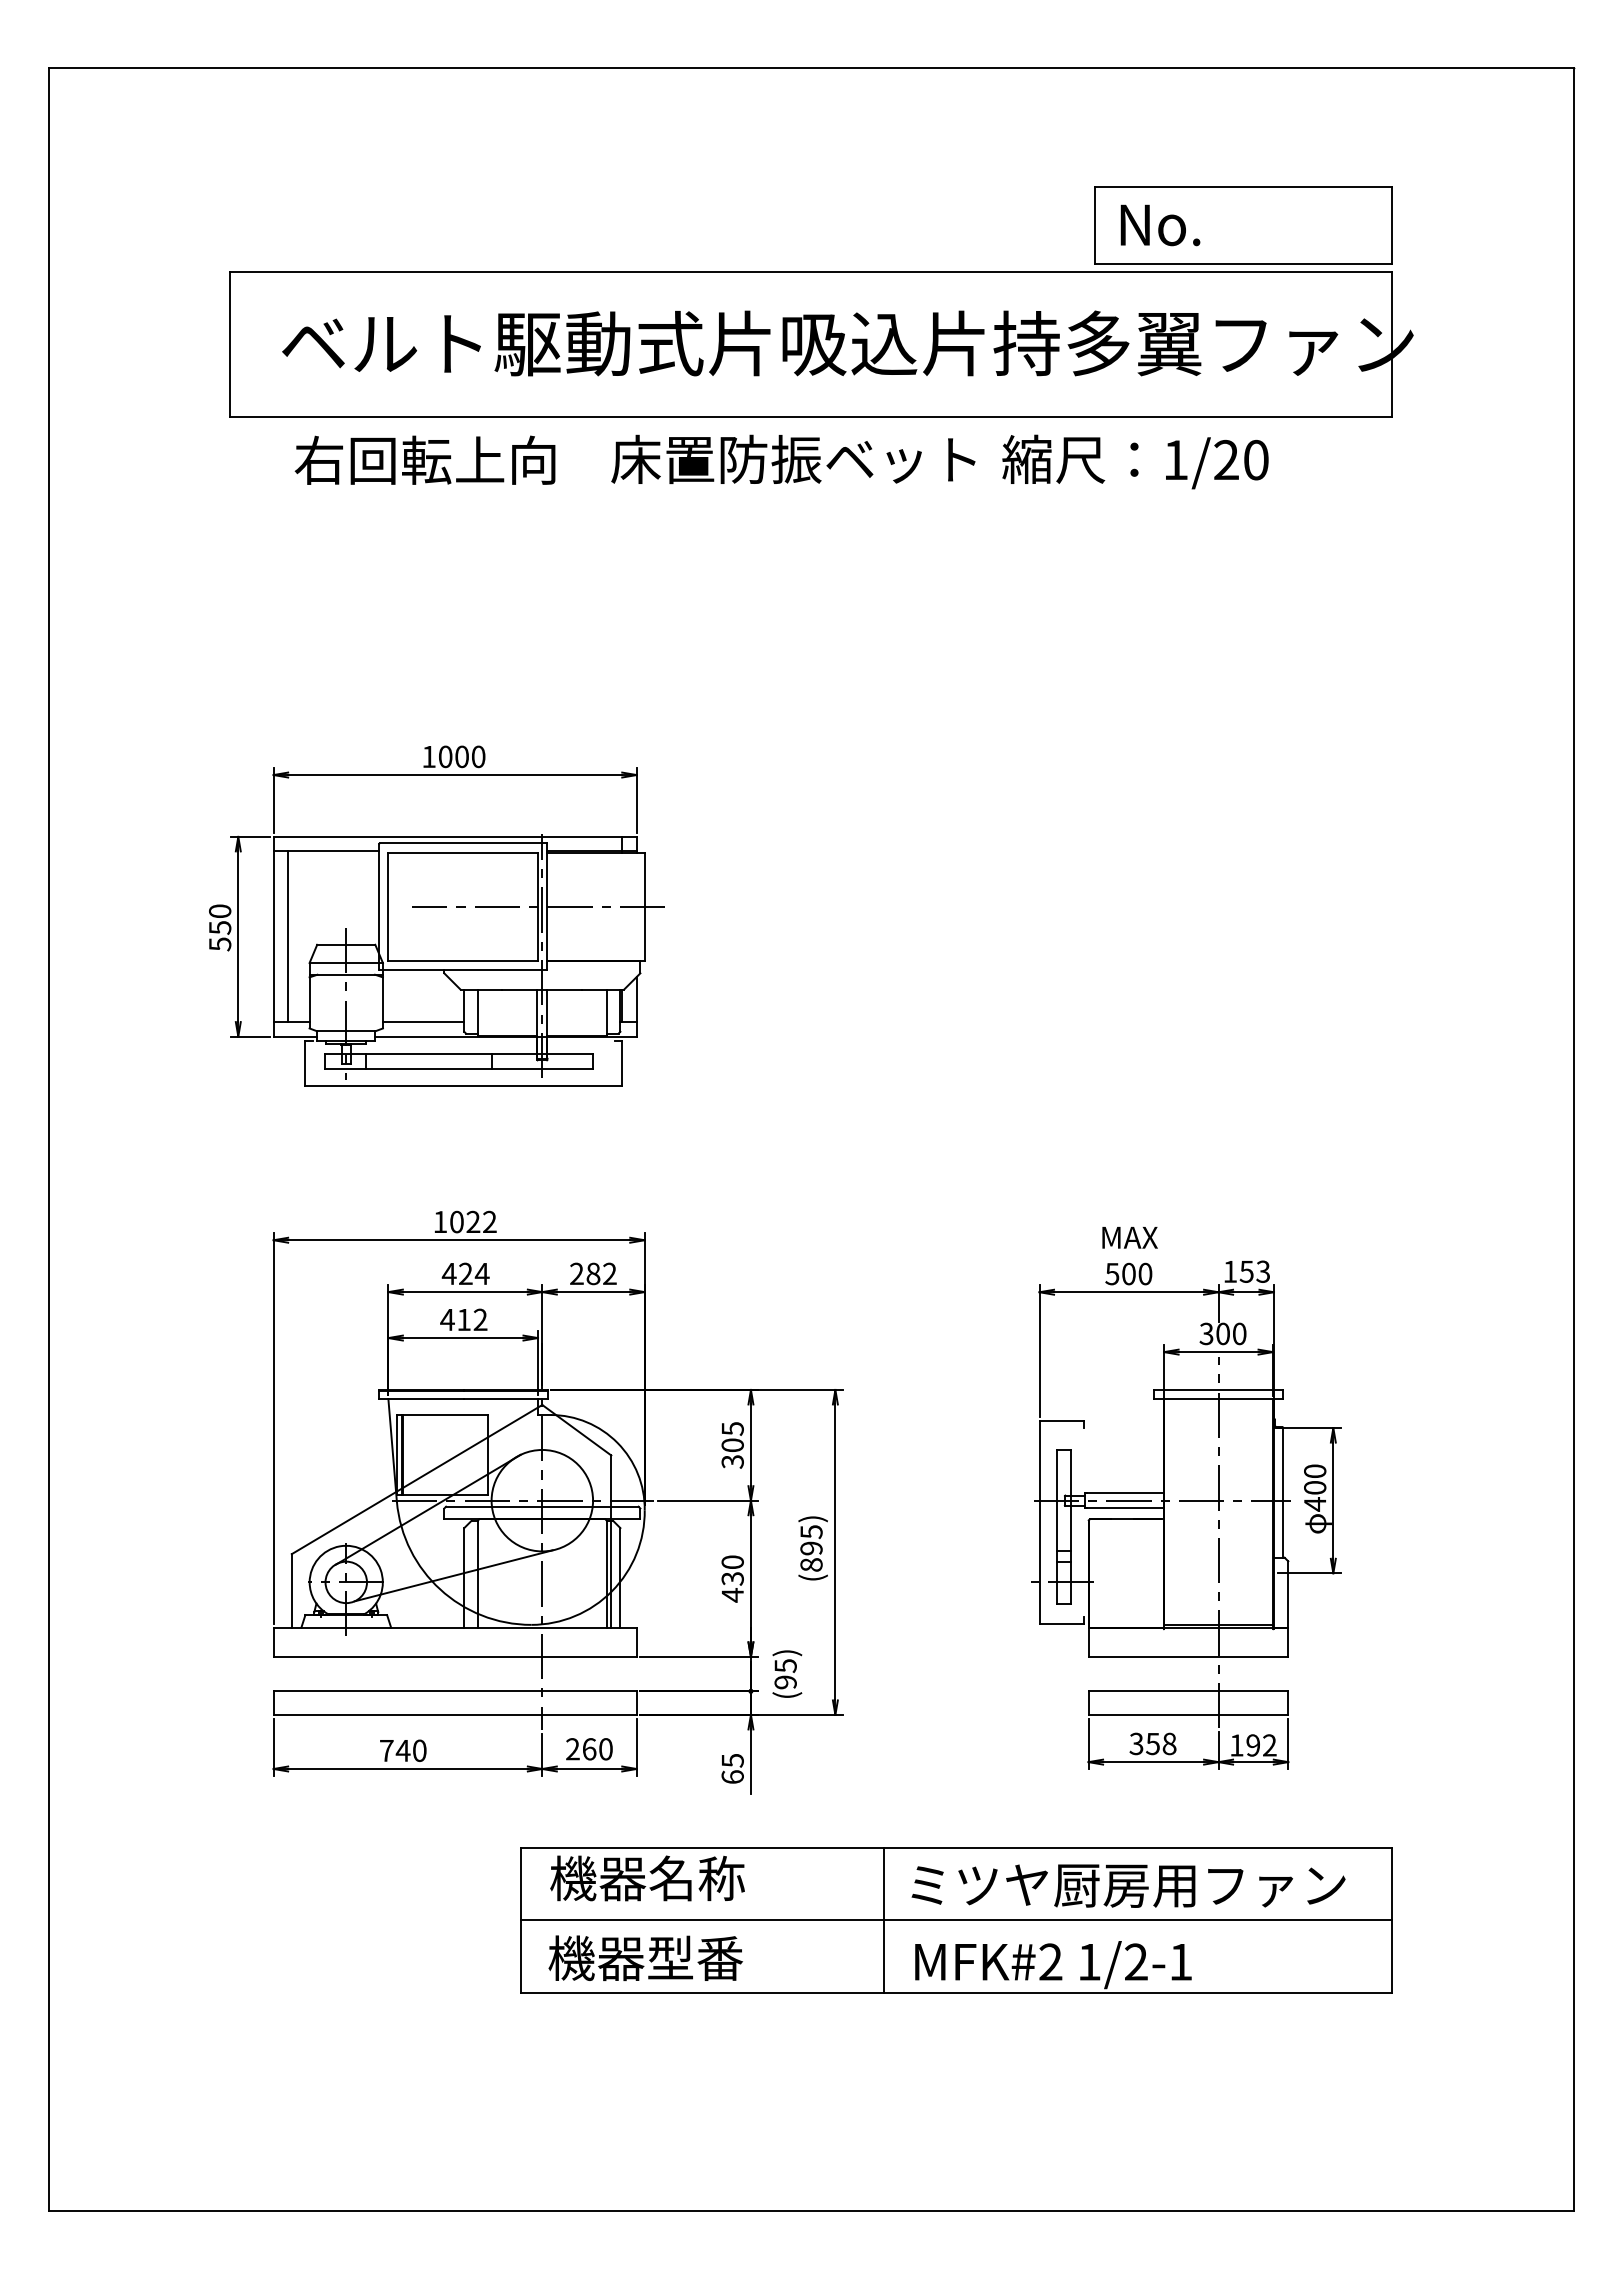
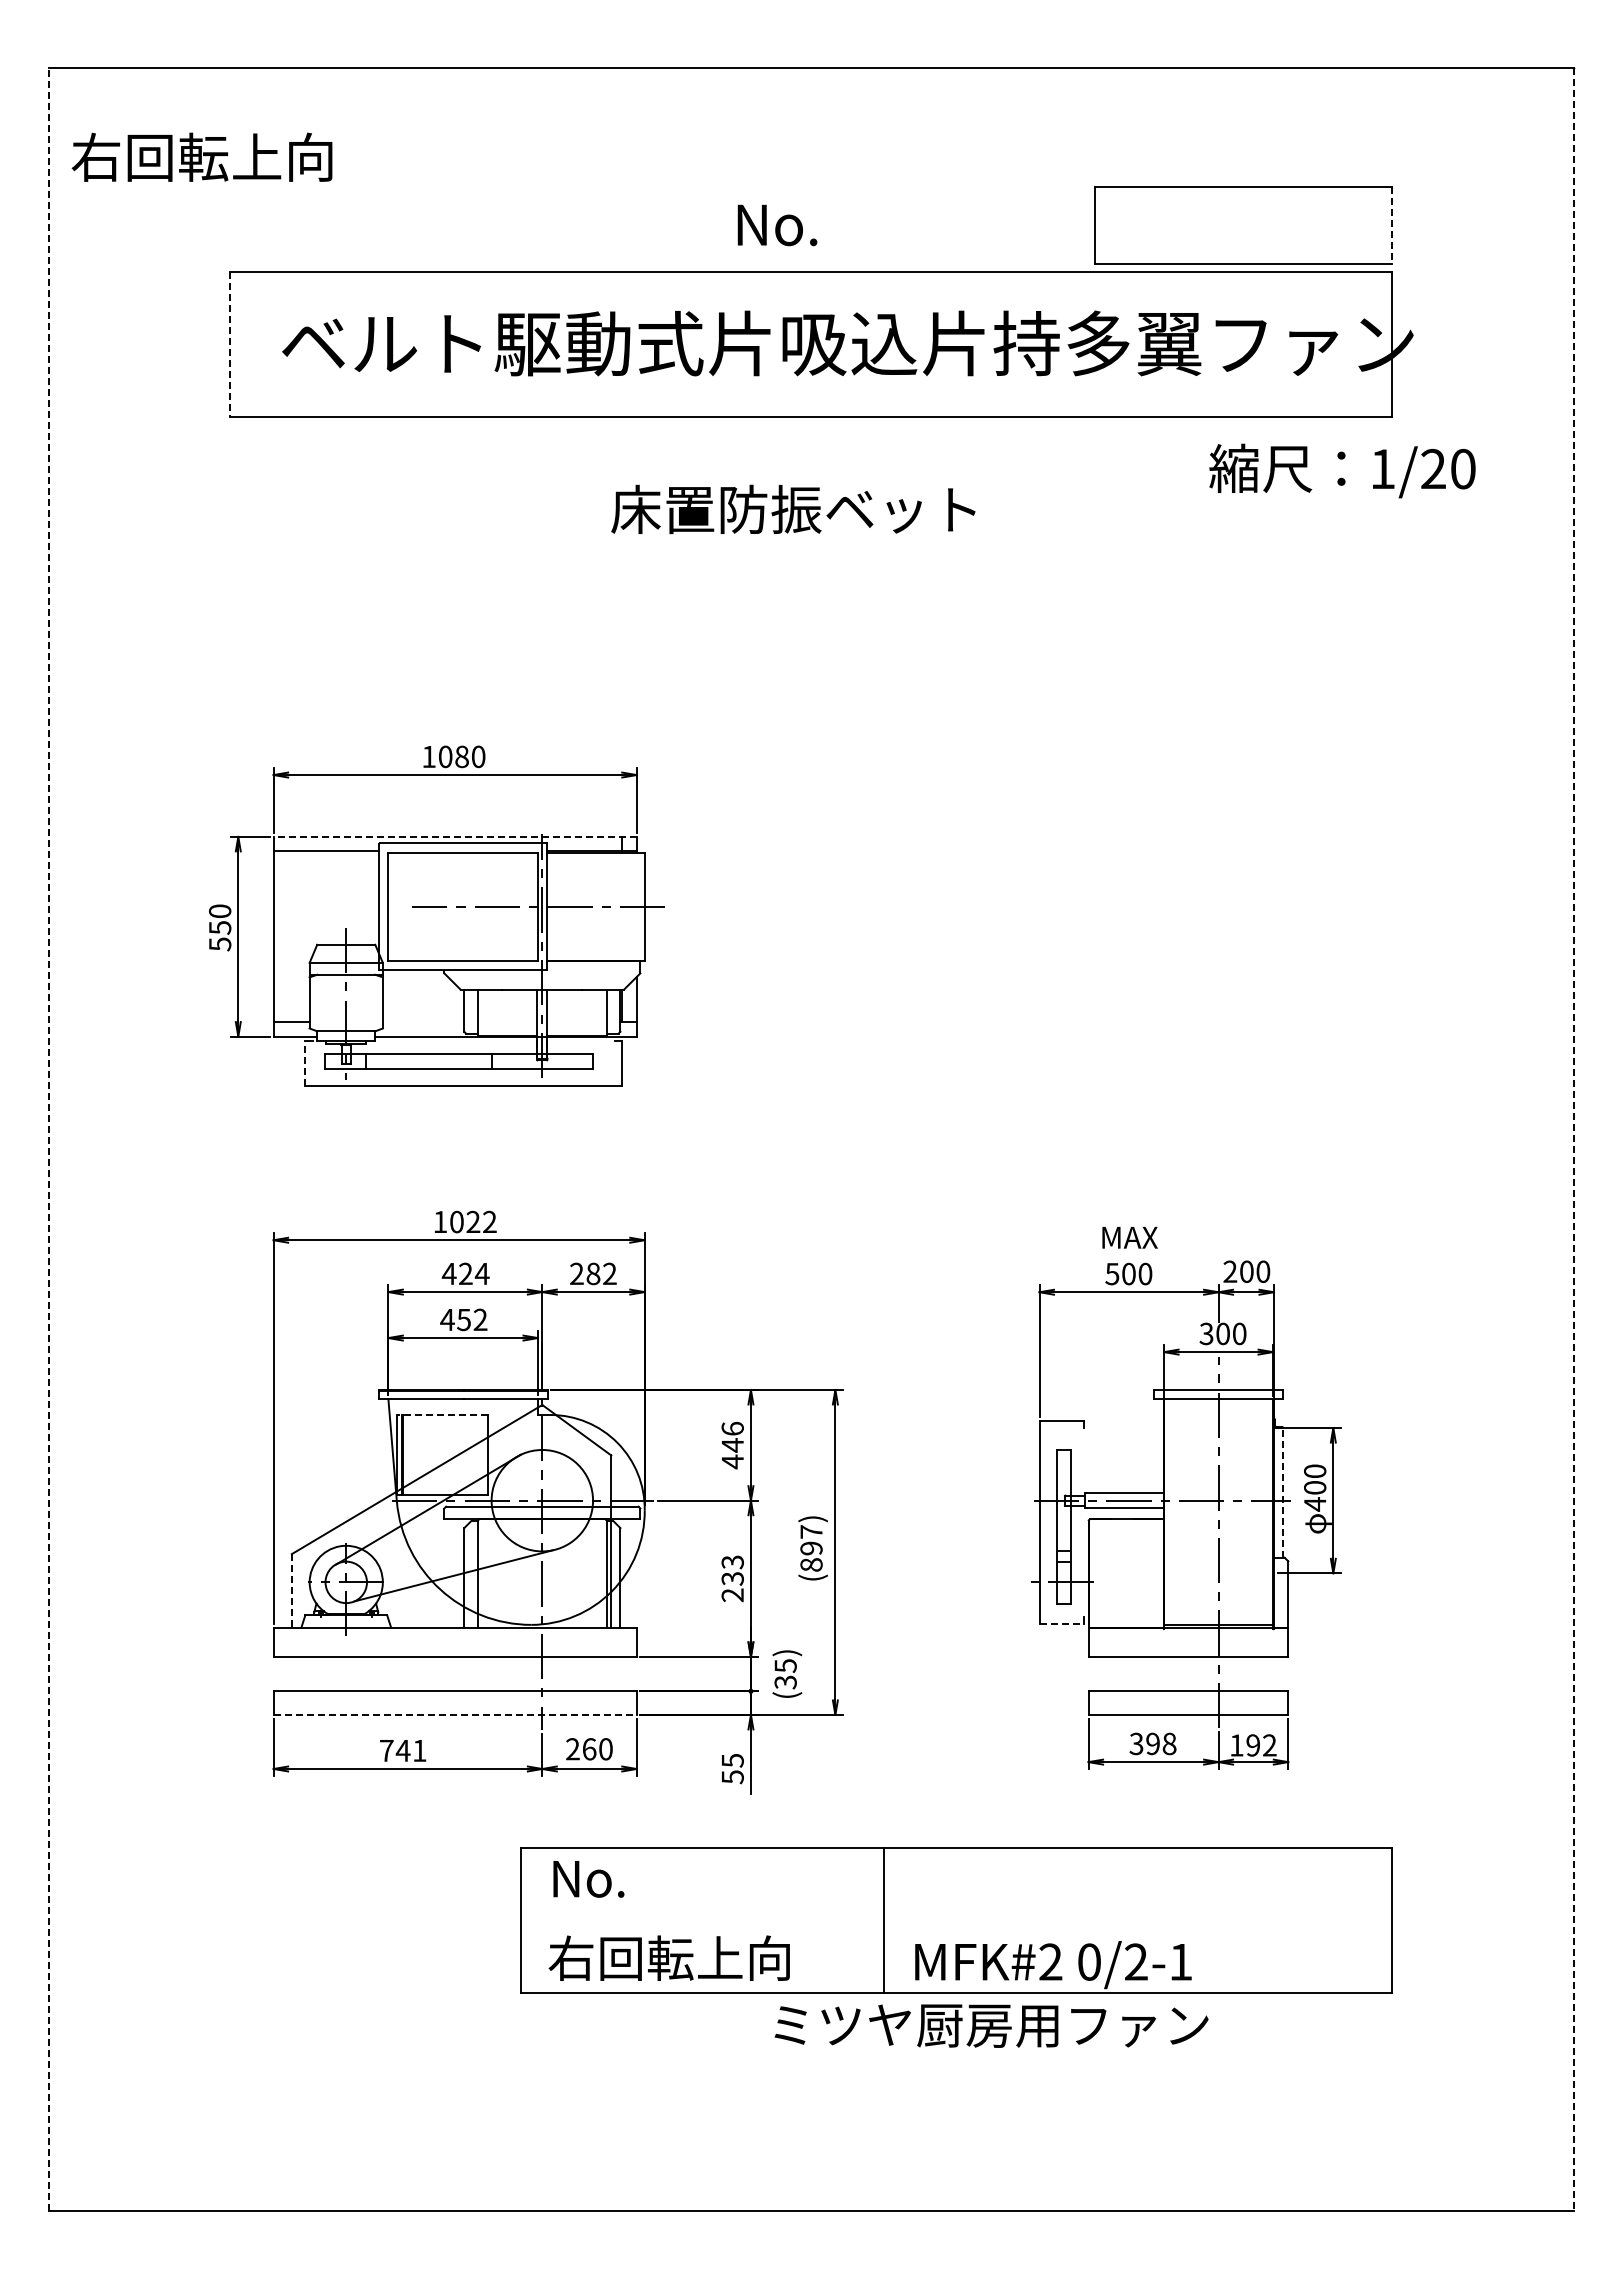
text at (1160, 225) position: (1160, 225) -> (777, 225)
line at (1391, 225): solid -> dashed
line at (230, 344): solid -> dashed
text at (793, 458) position: (793, 458) -> (793, 508)
text at (424, 459) position: (424, 459) -> (201, 156)
text at (1135, 461) position: (1135, 461) -> (1342, 470)
text at (461, 756): 1000 -> 1080
line at (455, 836): solid -> dashed
line at (288, 936): present -> none
line at (423, 1022): present -> none
line at (305, 1062): solid -> dashed
line at (48, 1139): solid -> dashed
line at (1573, 1139): solid -> dashed
text at (1246, 1271): 153 -> 200
text at (463, 1320): 412 -> 452
line at (441, 1415): solid -> dashed
text at (732, 1445): 305 -> 446
line at (1283, 1492): solid -> dashed
text at (811, 1532): (895) -> (897)
text at (732, 1578): 430 -> 233
line at (291, 1590): solid -> dashed
line at (1062, 1624): solid -> dashed
text at (785, 1682): (95) -> (35)
line at (455, 1714): solid -> dashed
text at (1152, 1743): 358 -> 398
text at (419, 1750): 740 -> 741
text at (732, 1777): 65 -> 55
text at (647, 1878): 機器名称 -> No.
text at (1128, 1885) position: (1128, 1885) -> (991, 2025)
line at (955, 1920): present -> none
text at (668, 1958): 機器型番 -> 右回転上向
text at (1089, 1961): 1/2-1 -> 0/2-1
